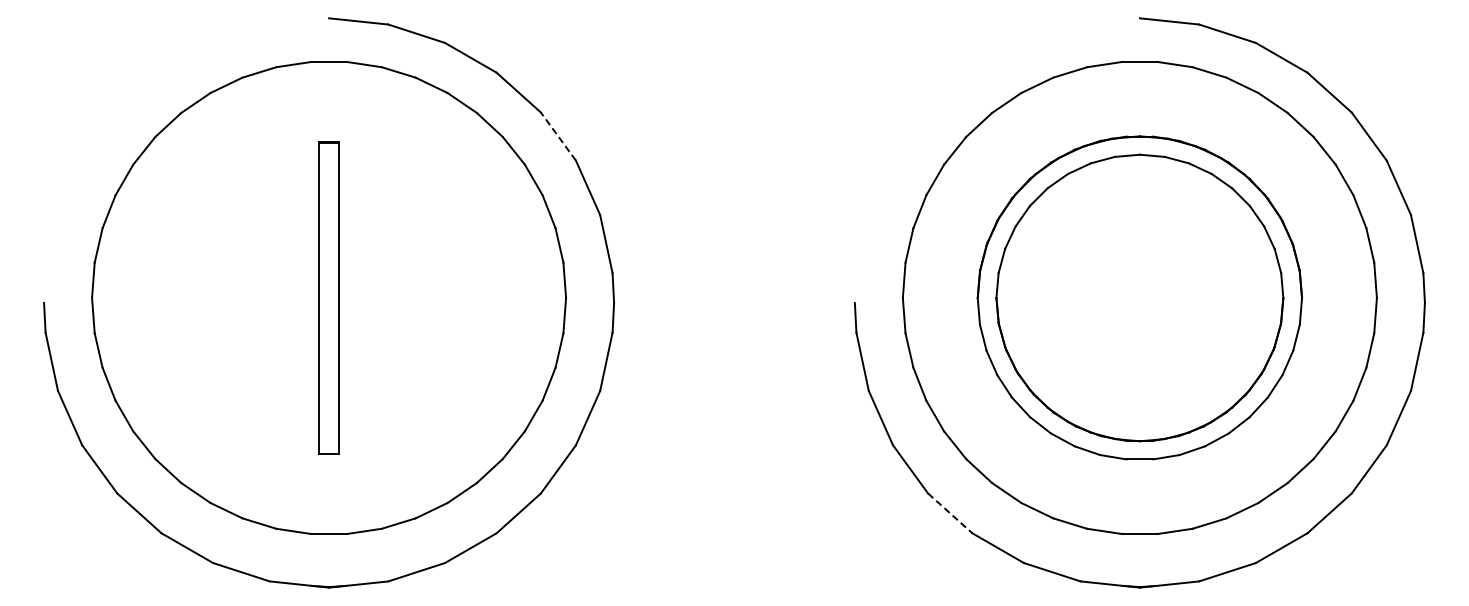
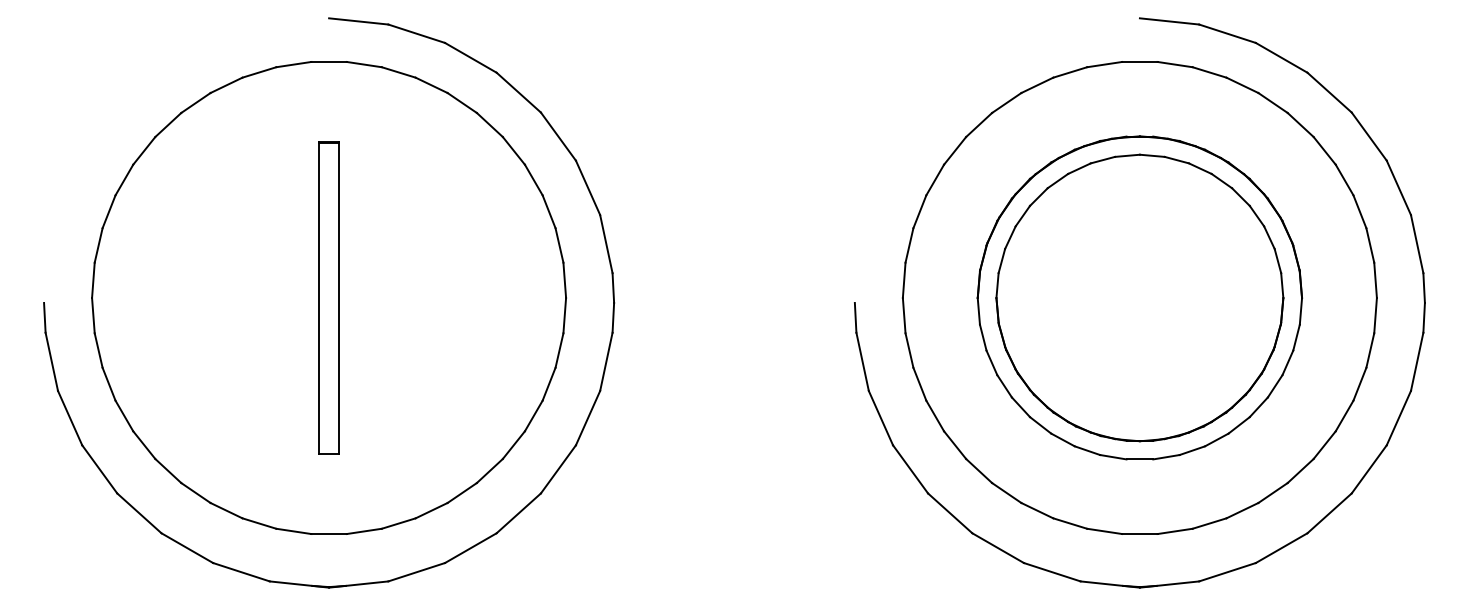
line at (558, 136): dashed -> solid
line at (950, 513): dashed -> solid
